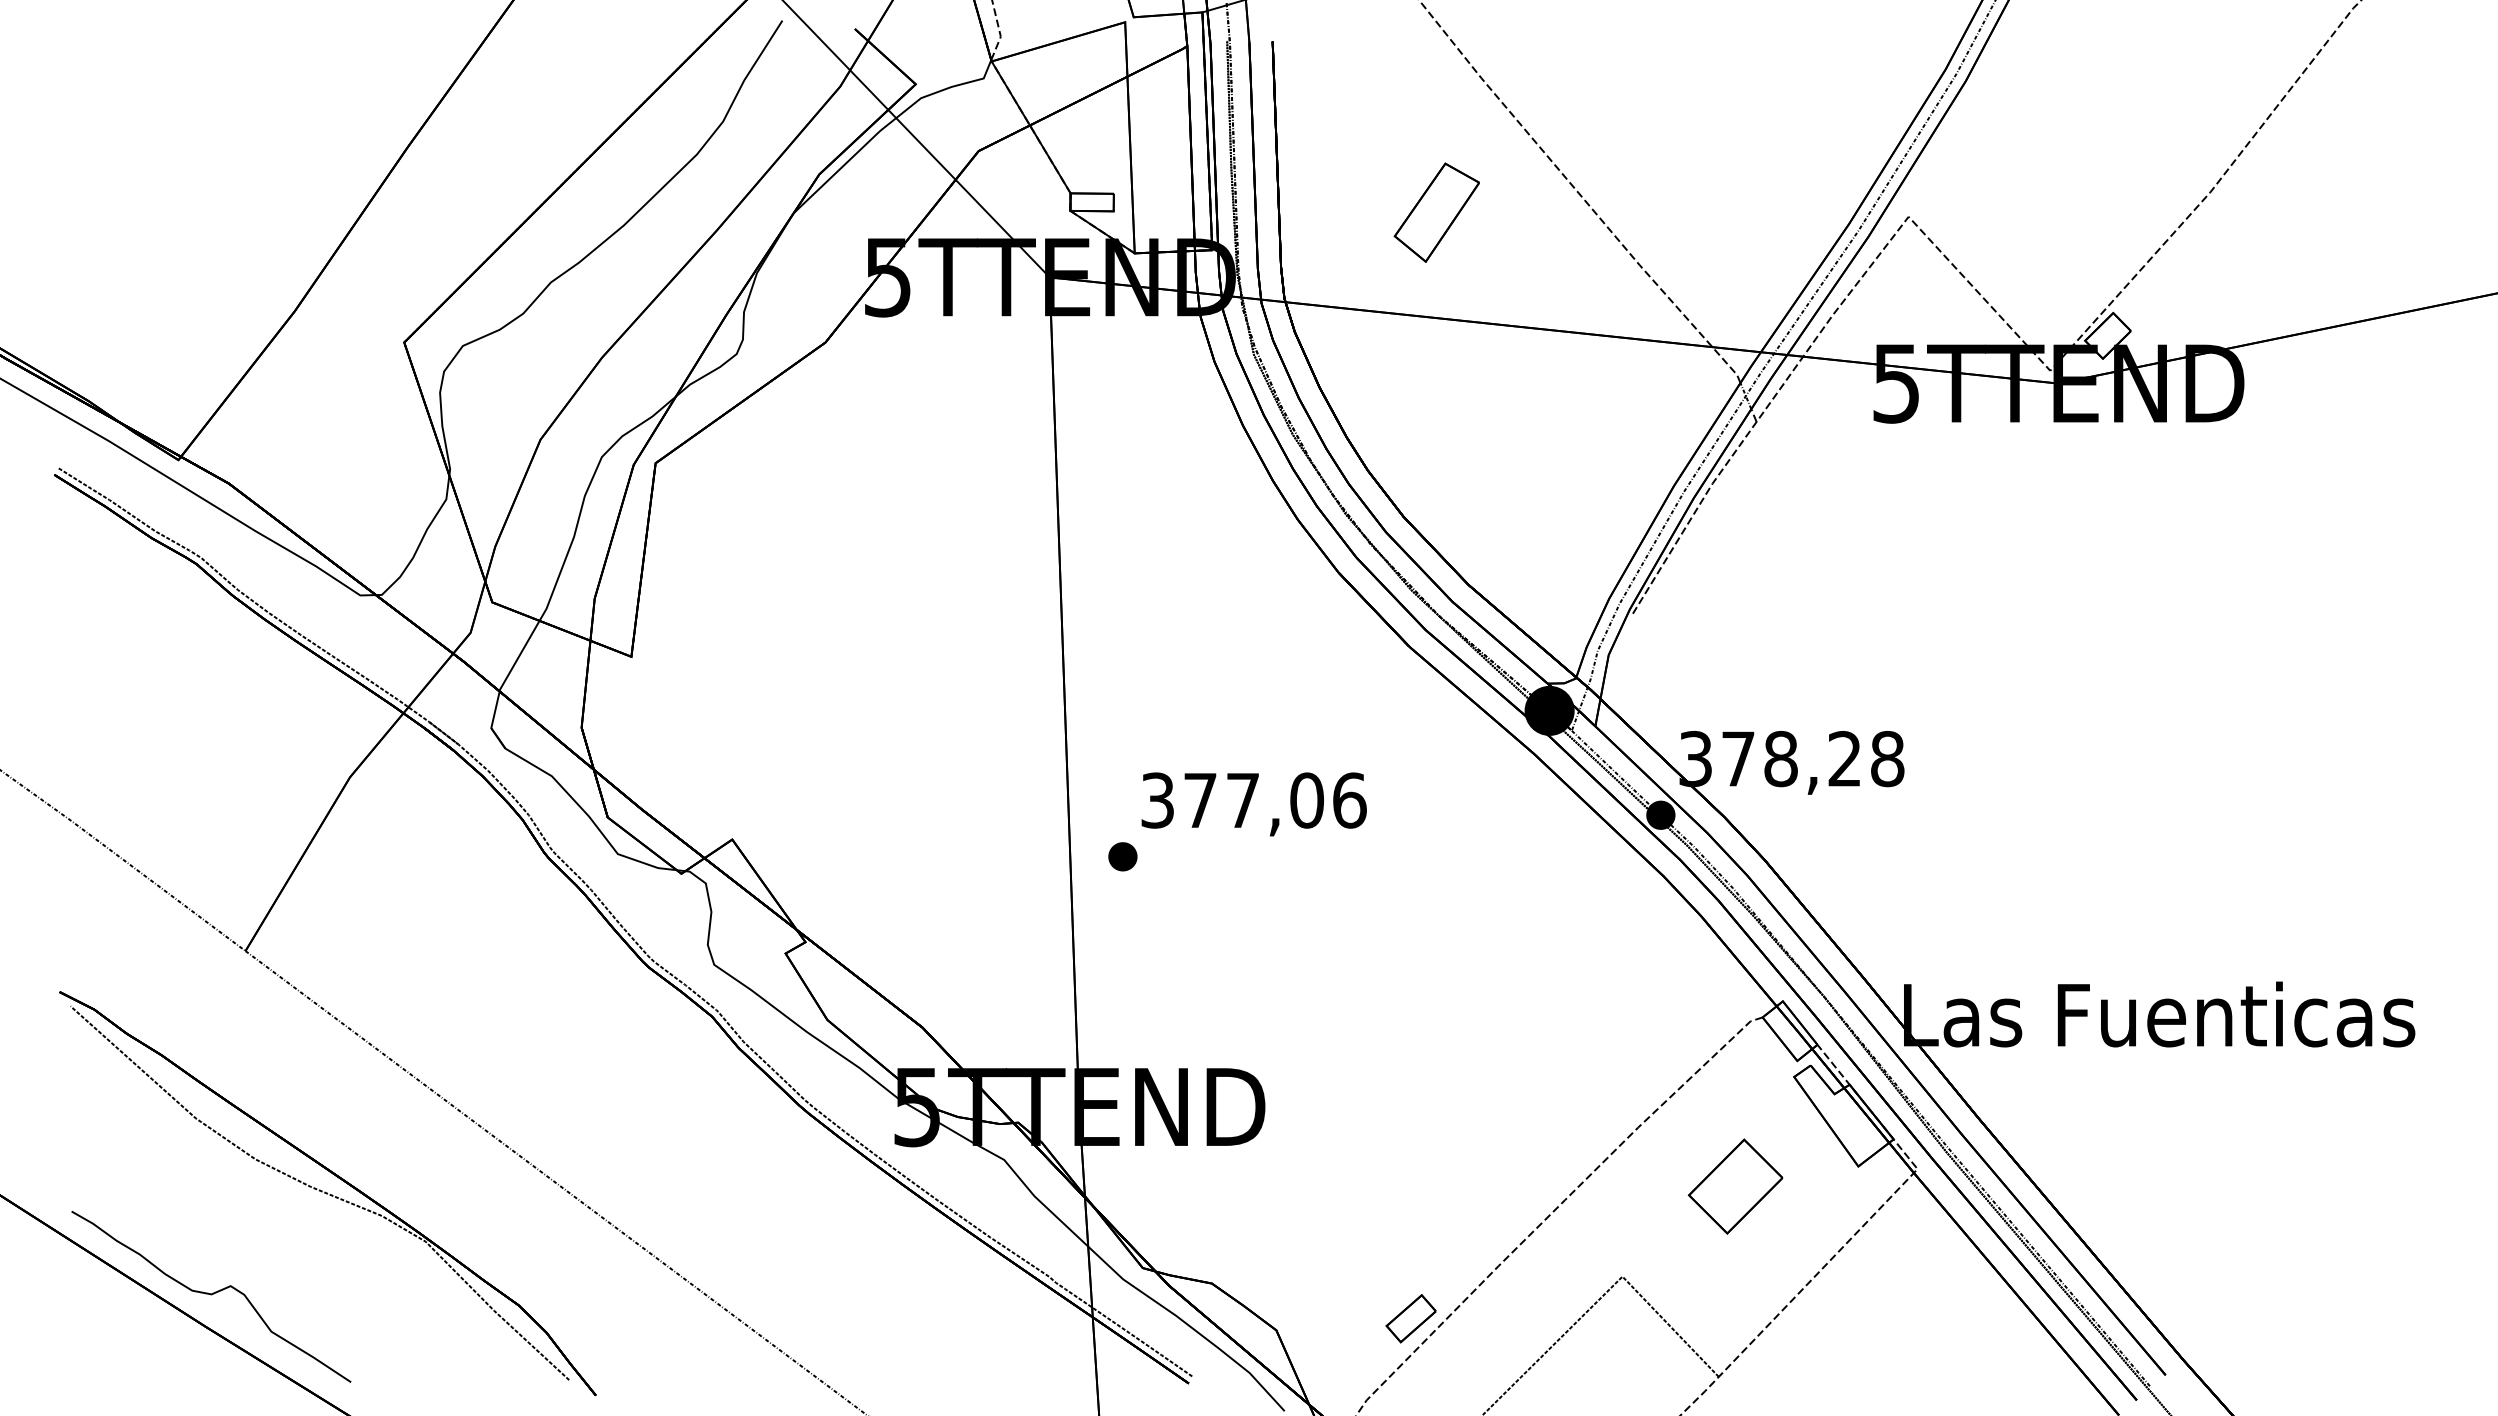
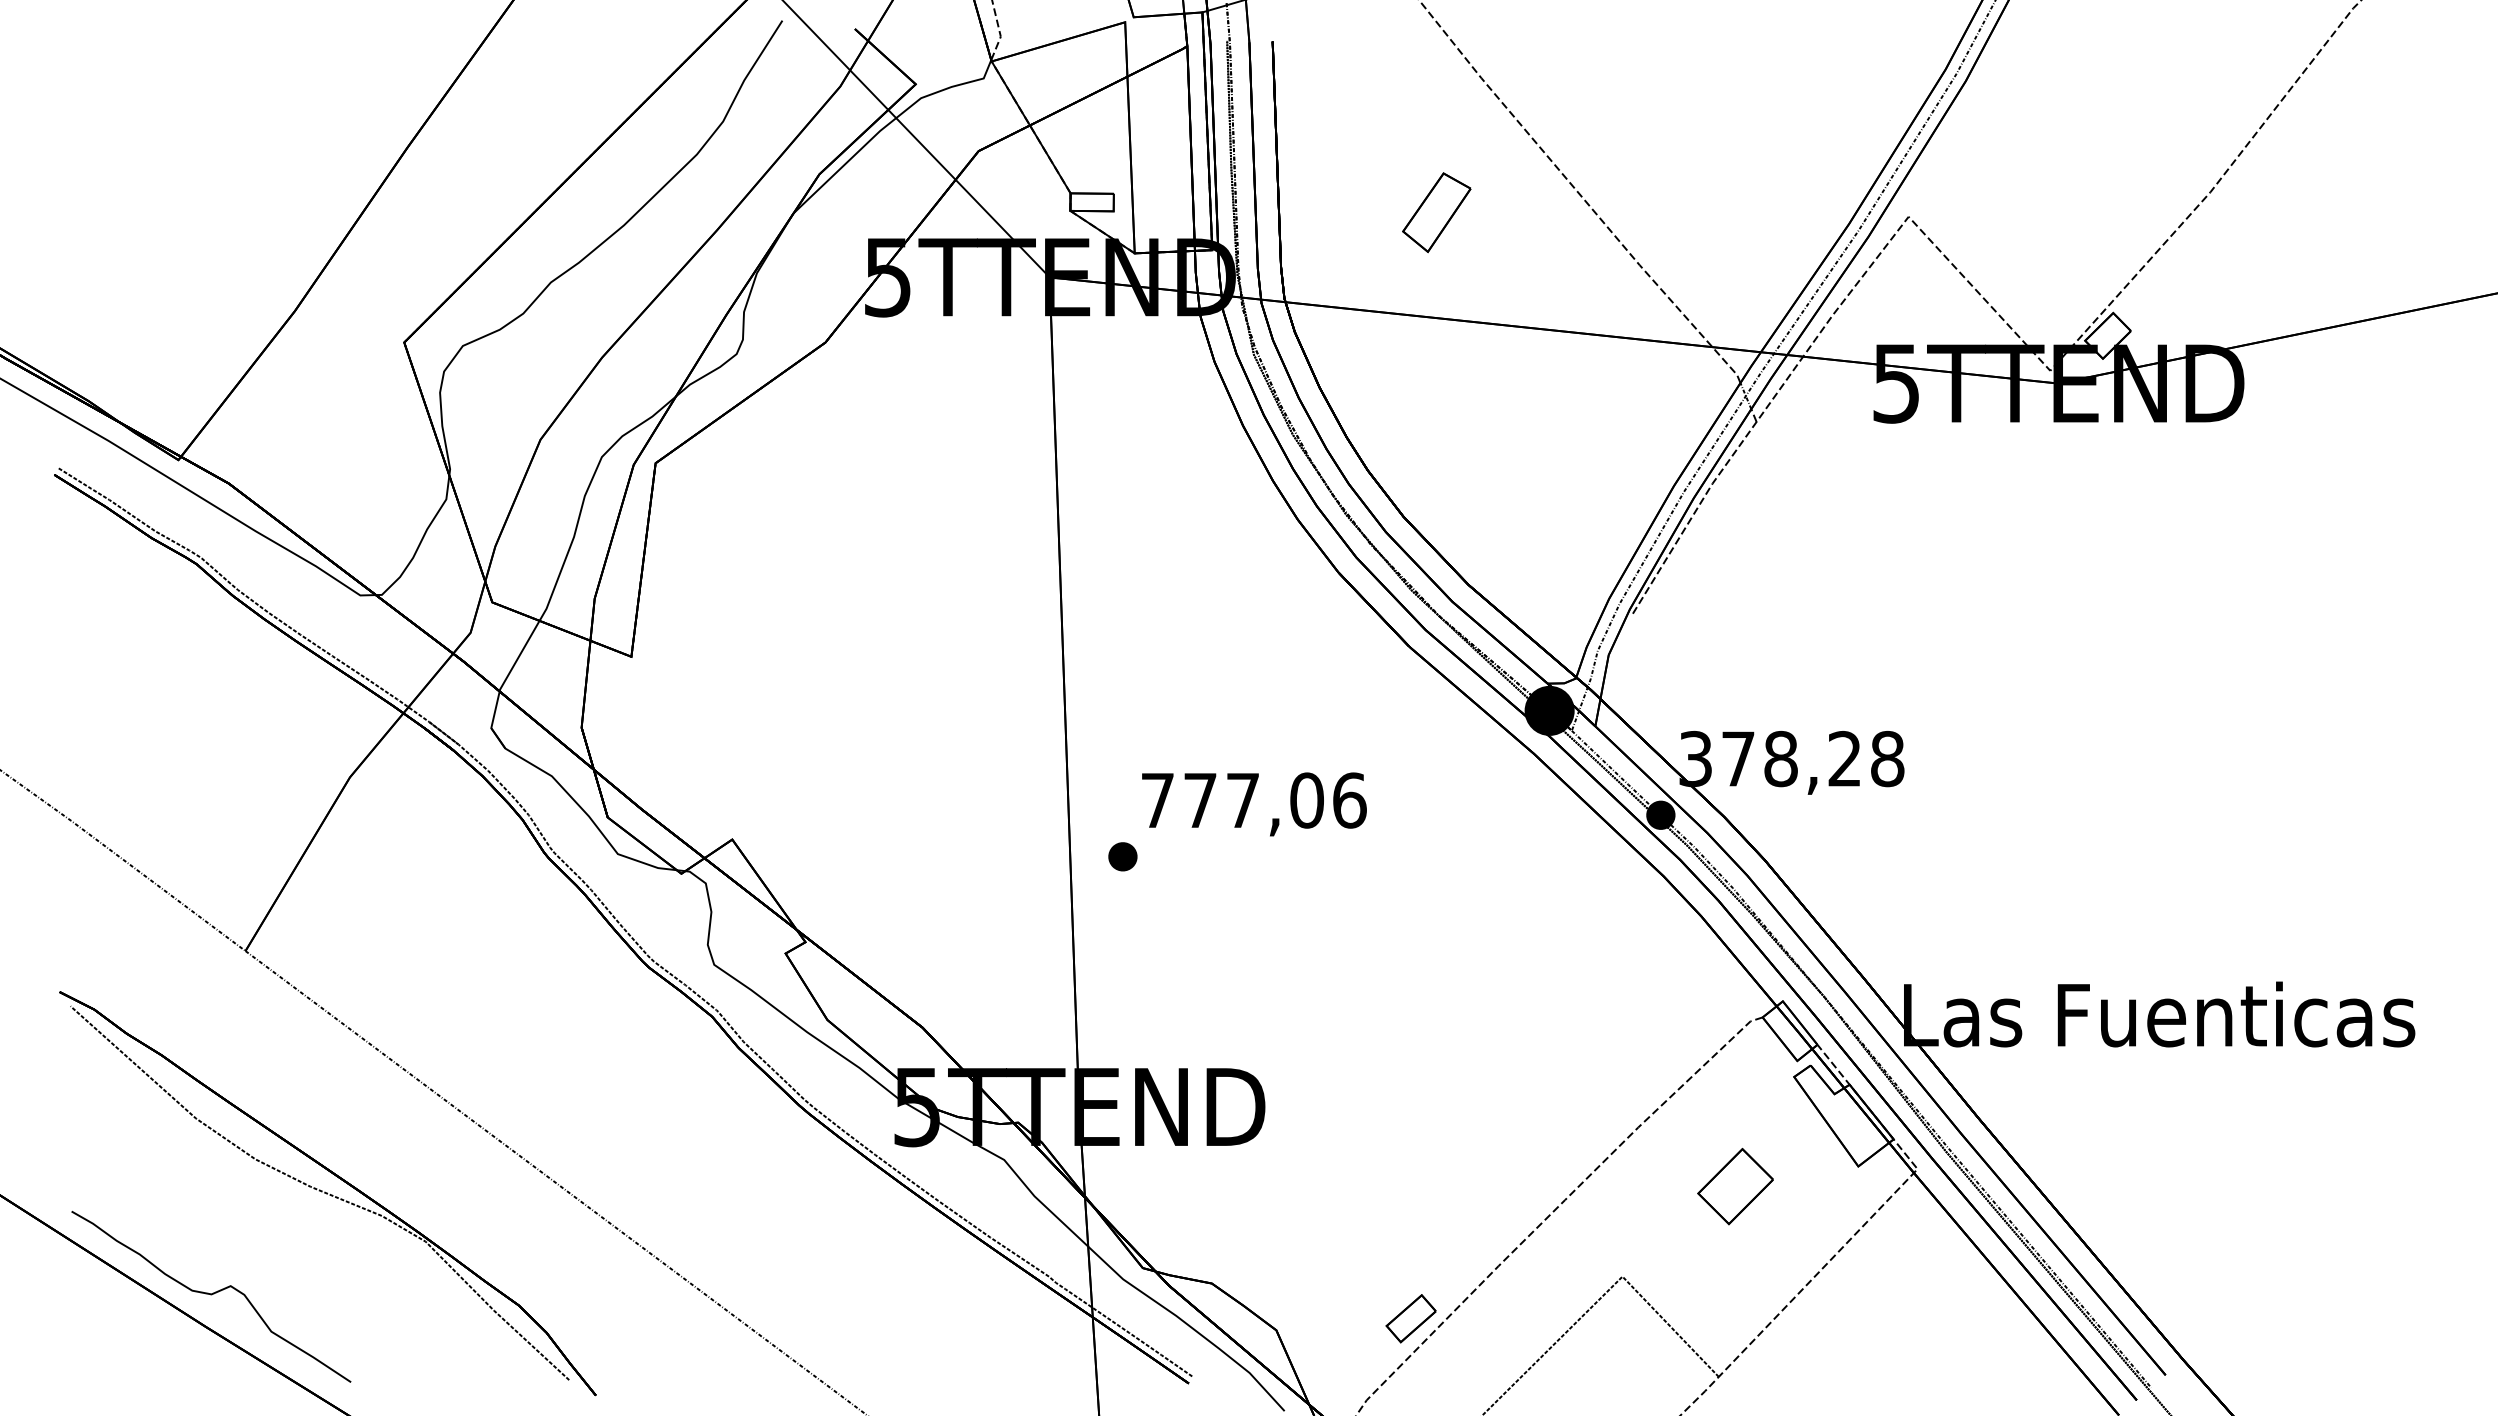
part at (1436, 212) size: 87x101 px -> 70x82 px
text at (1157, 800): 377,06 -> 777,06
part at (1735, 1186) size: 97x97 px -> 77x78 px
